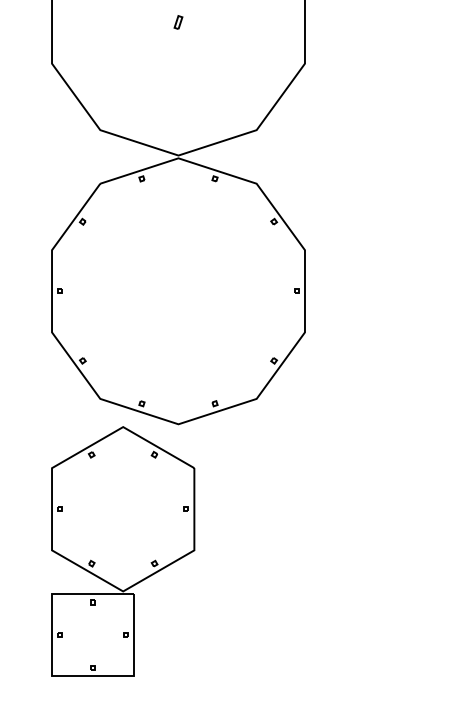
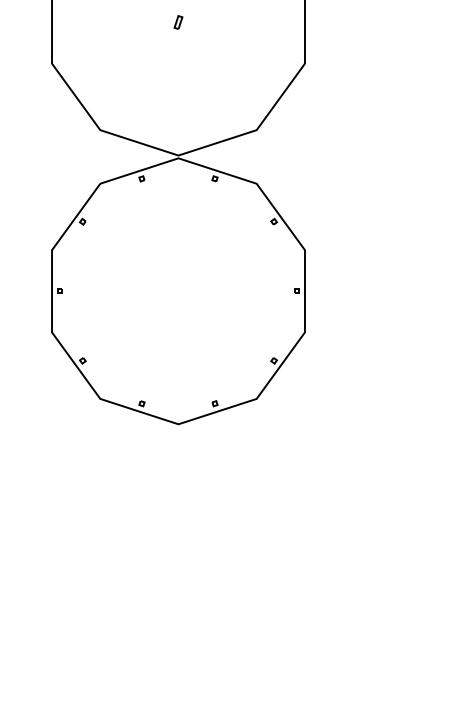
part at (123, 551): present -> none
